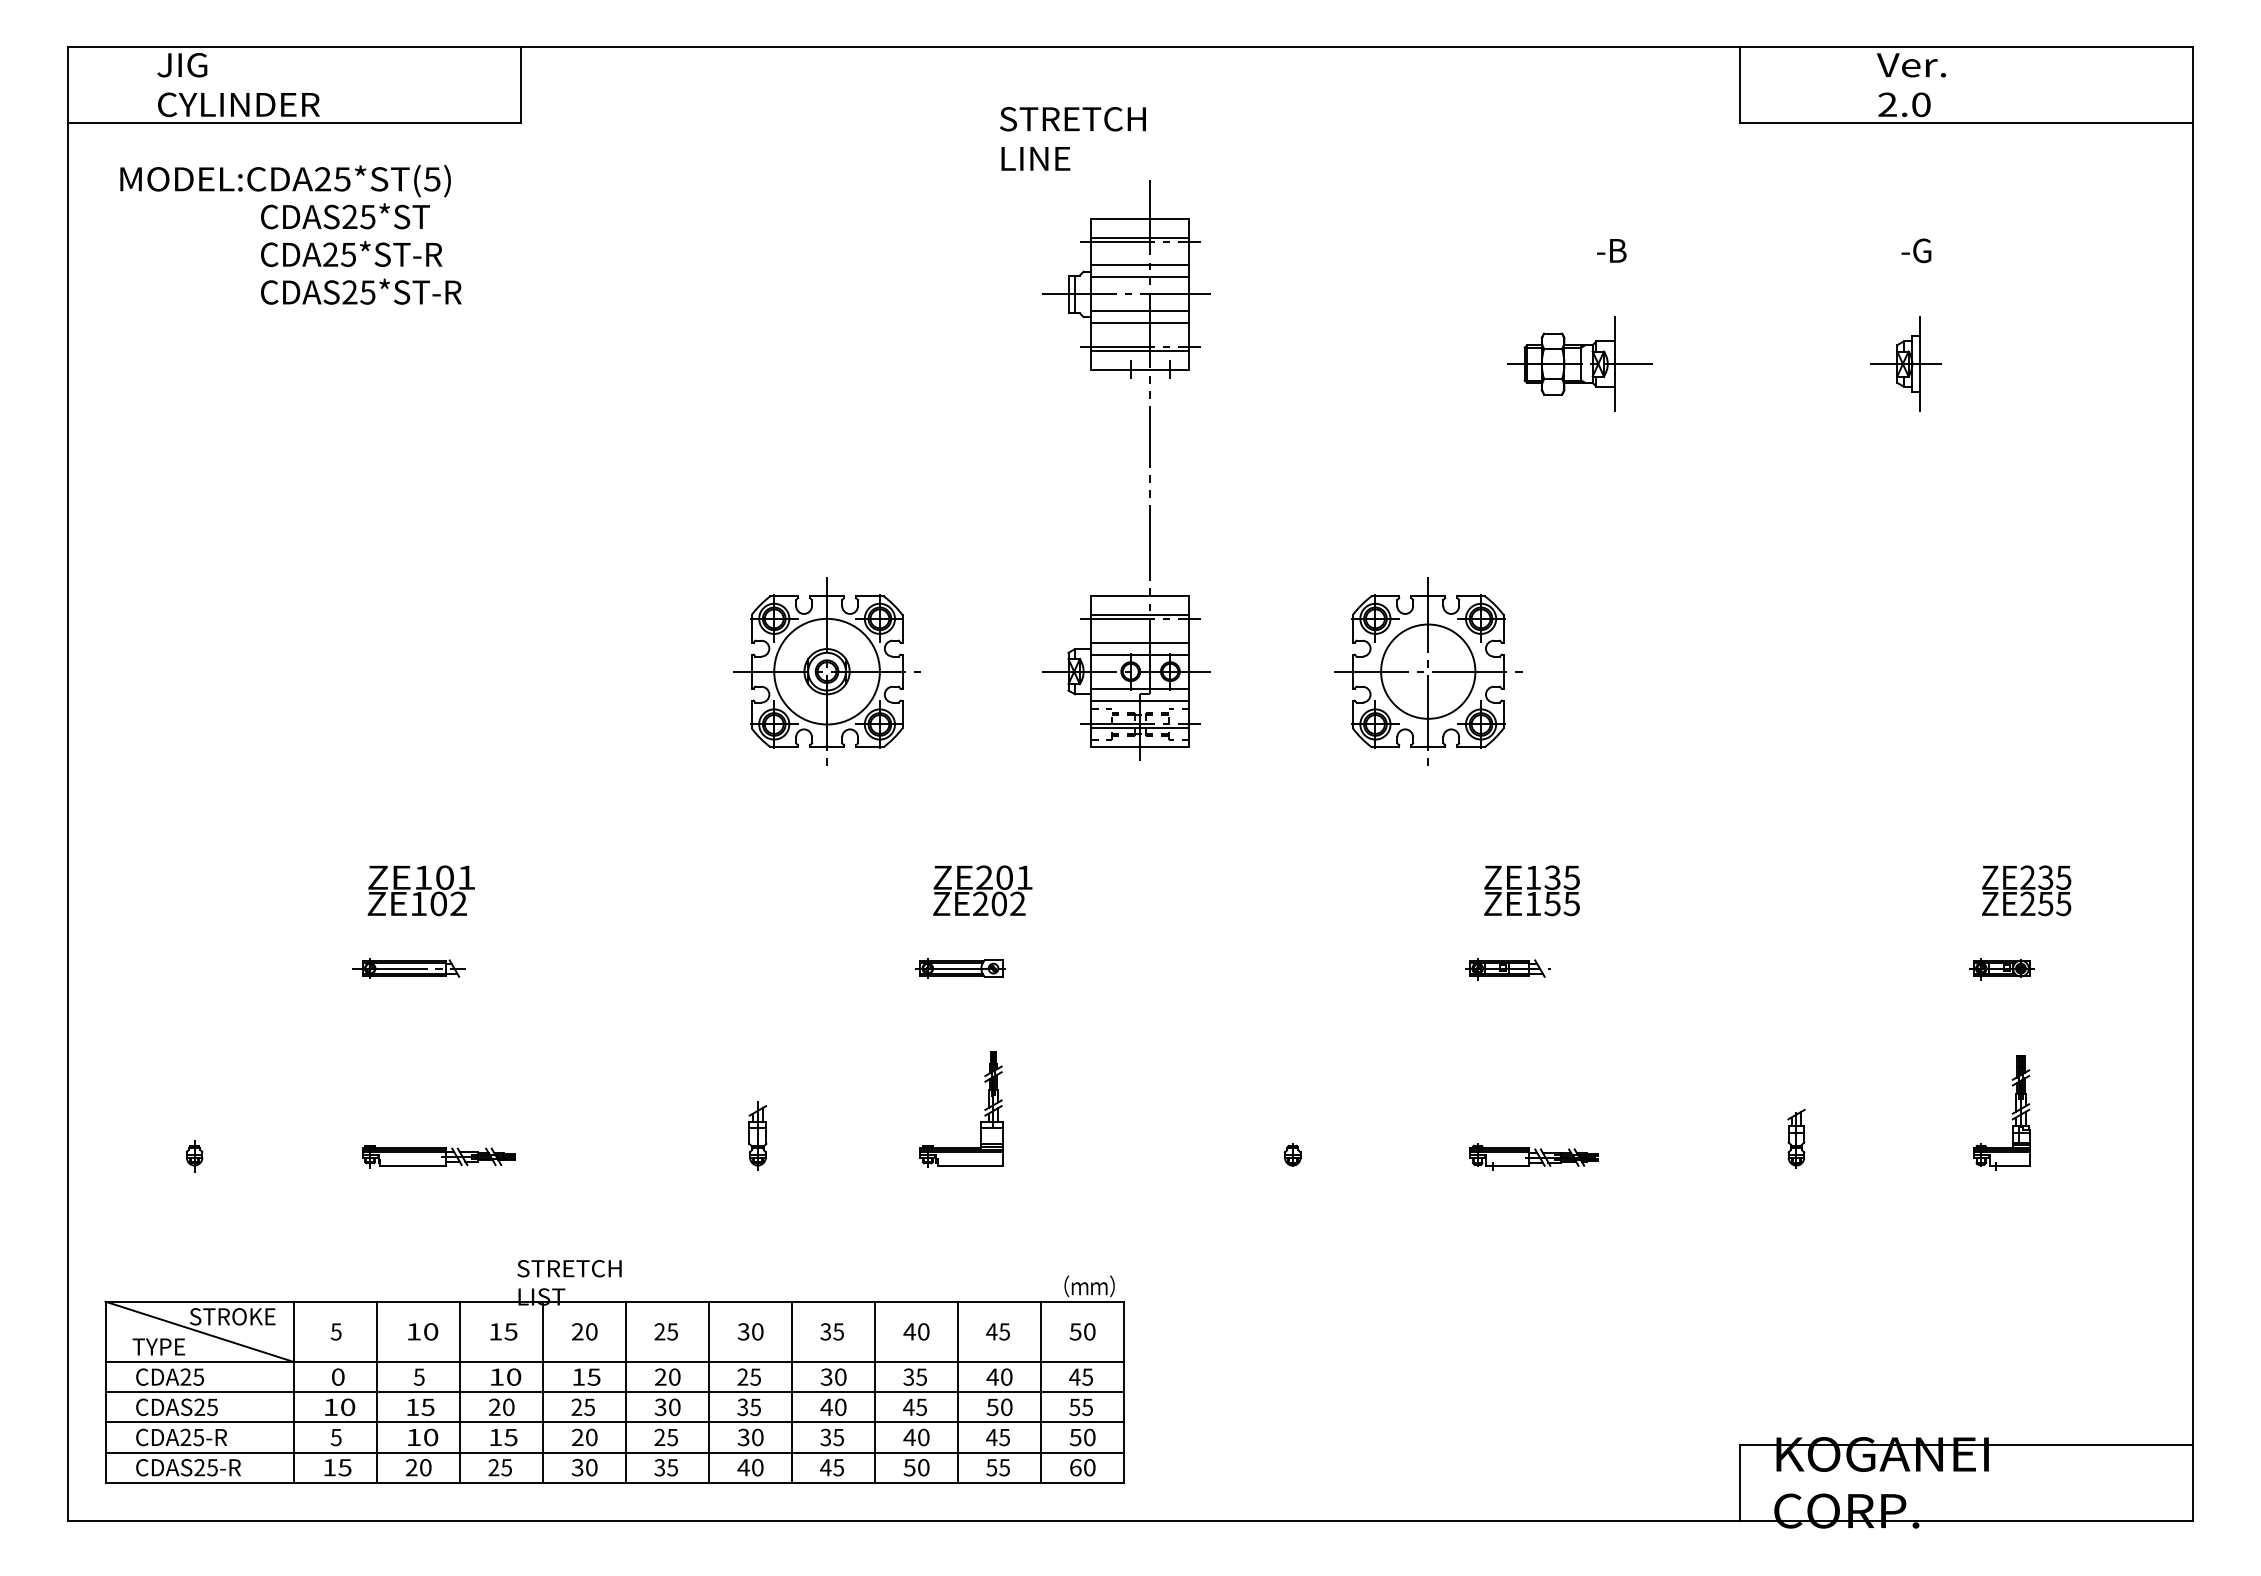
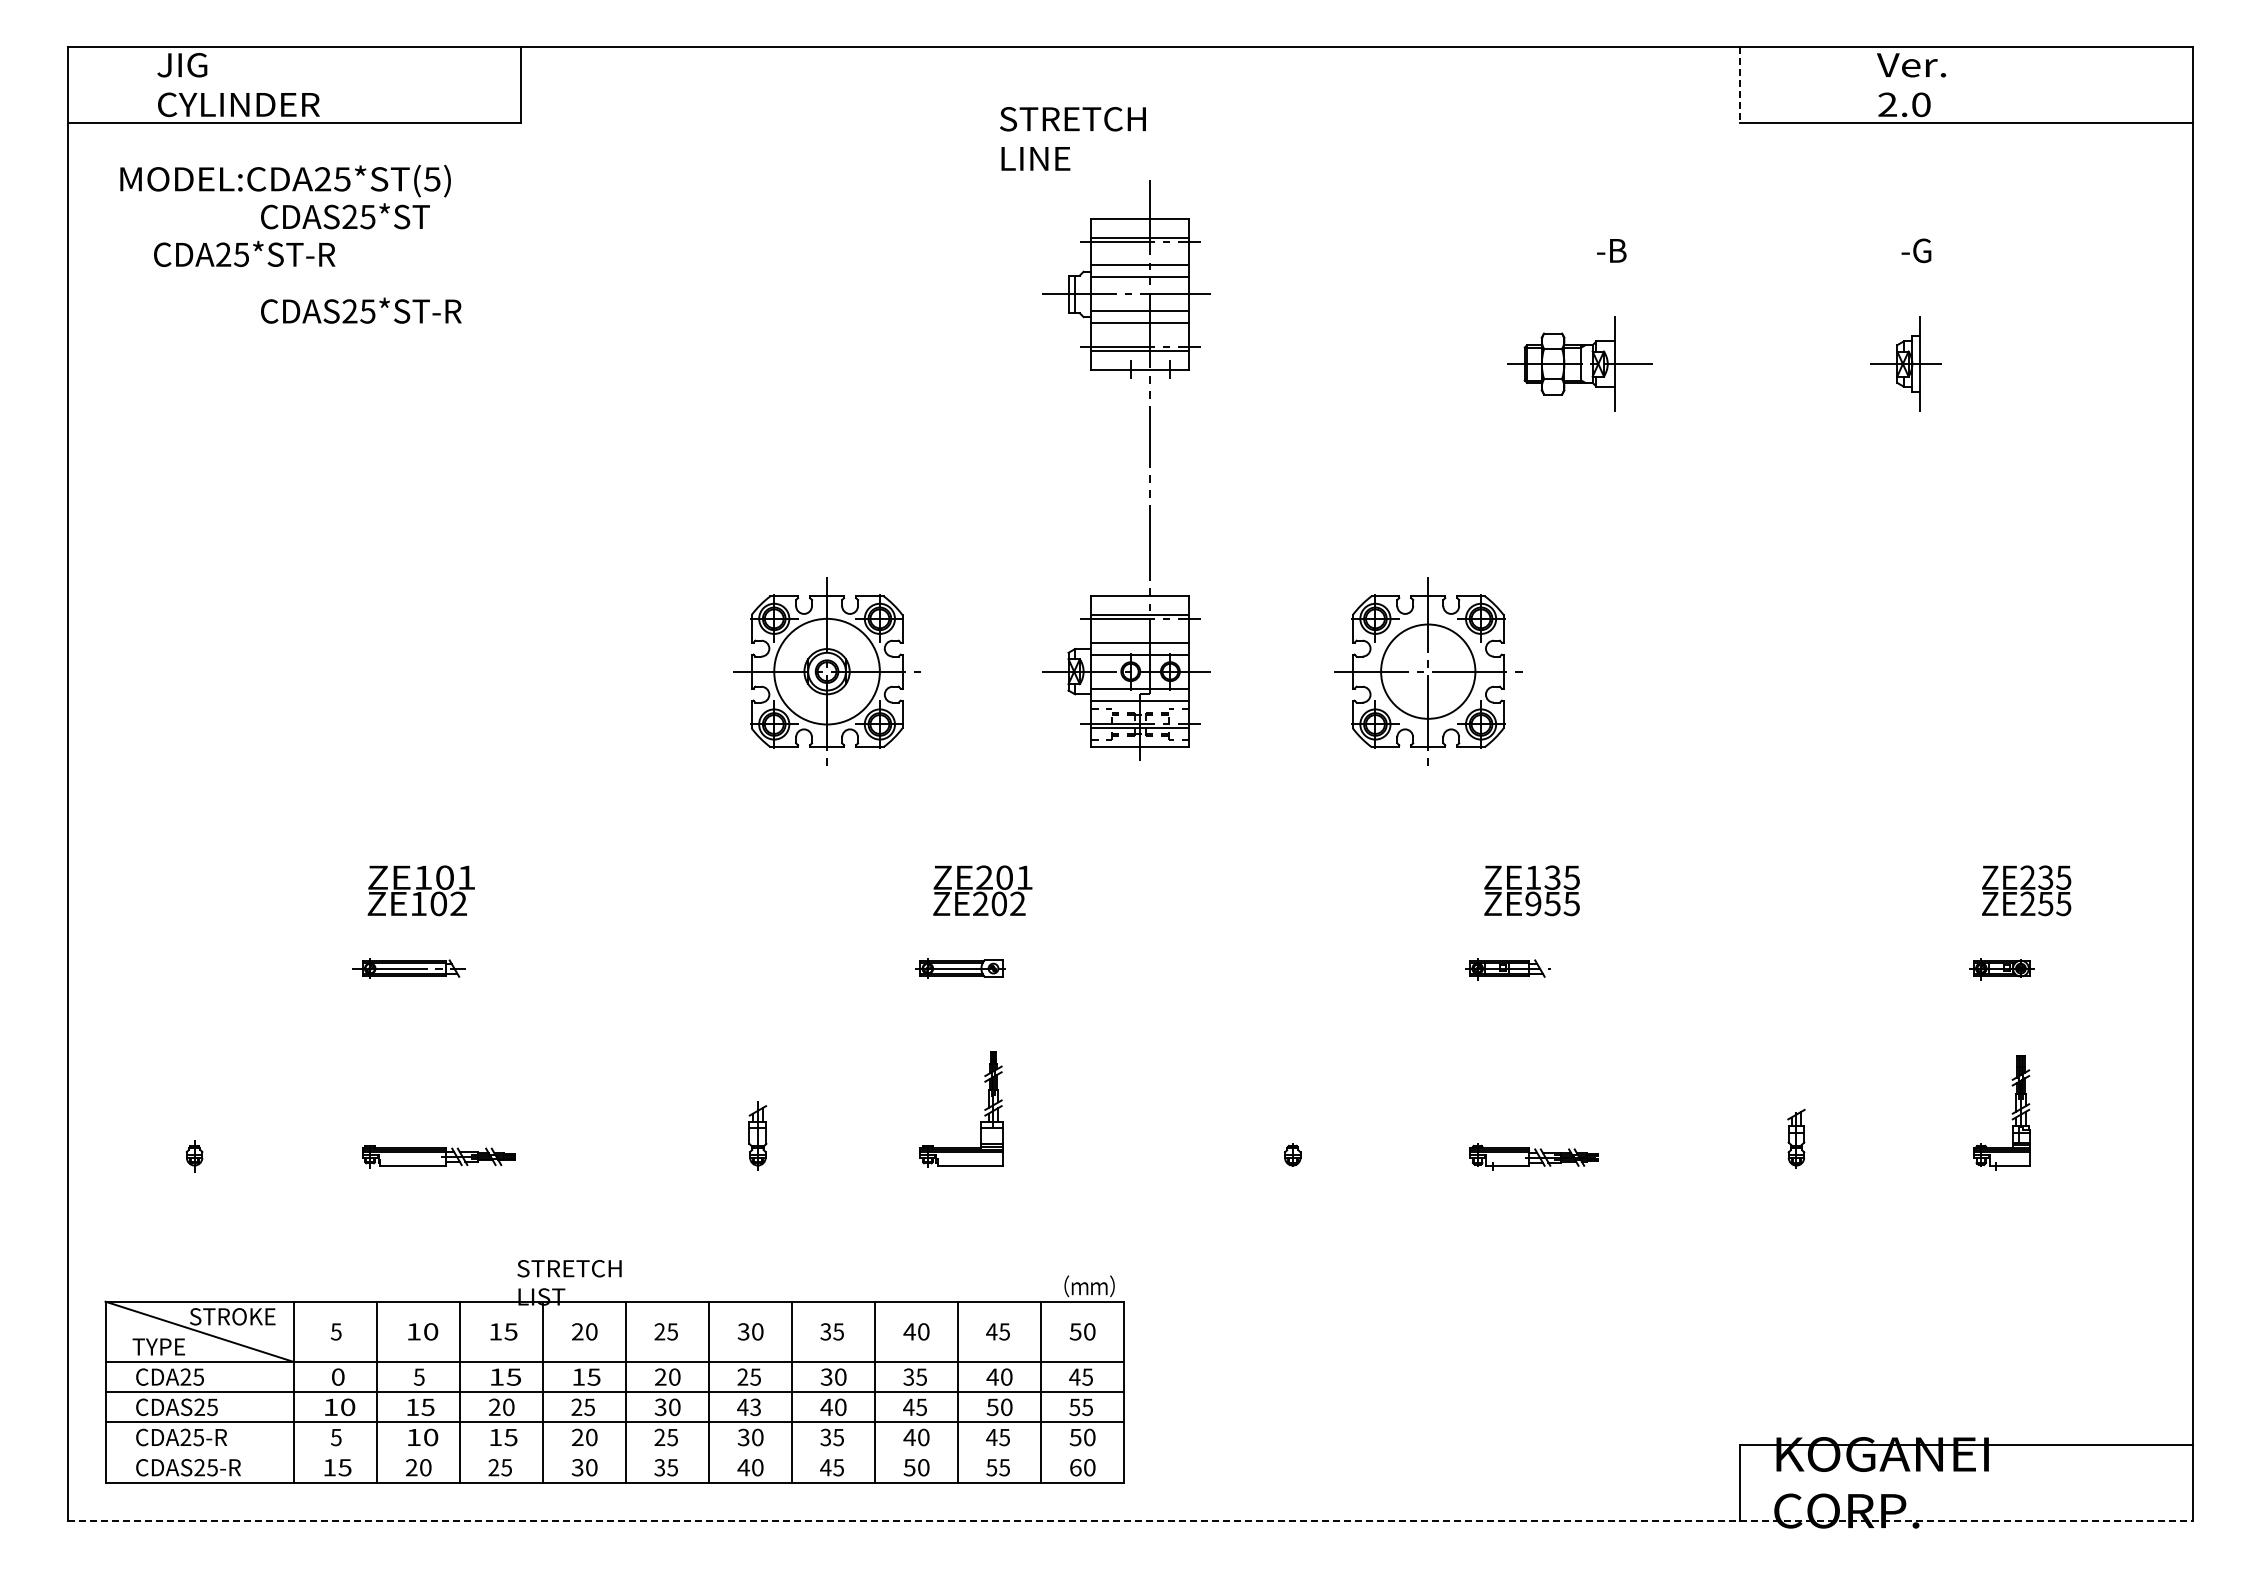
line at (1740, 85): solid -> dashed
text at (351, 253) position: (351, 253) -> (244, 253)
text at (361, 291) position: (361, 291) -> (361, 310)
text at (1533, 903): ZE155 -> ZE955
text at (513, 1376): 10 -> 15
text at (748, 1407): 35 -> 43
line at (614, 1452): present -> none
line at (1130, 1520): solid -> dashed
